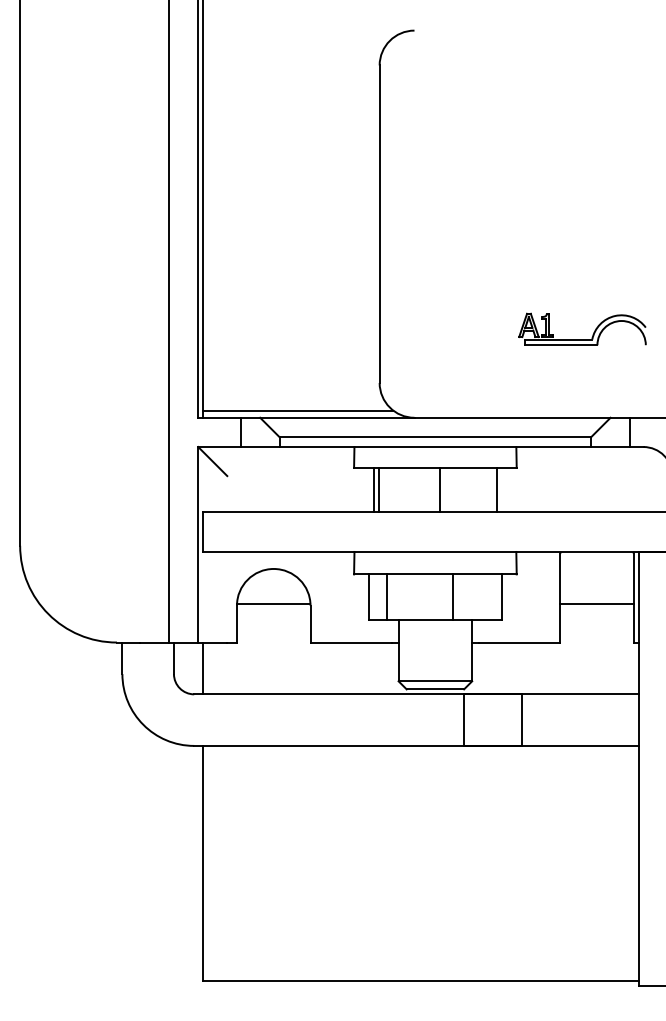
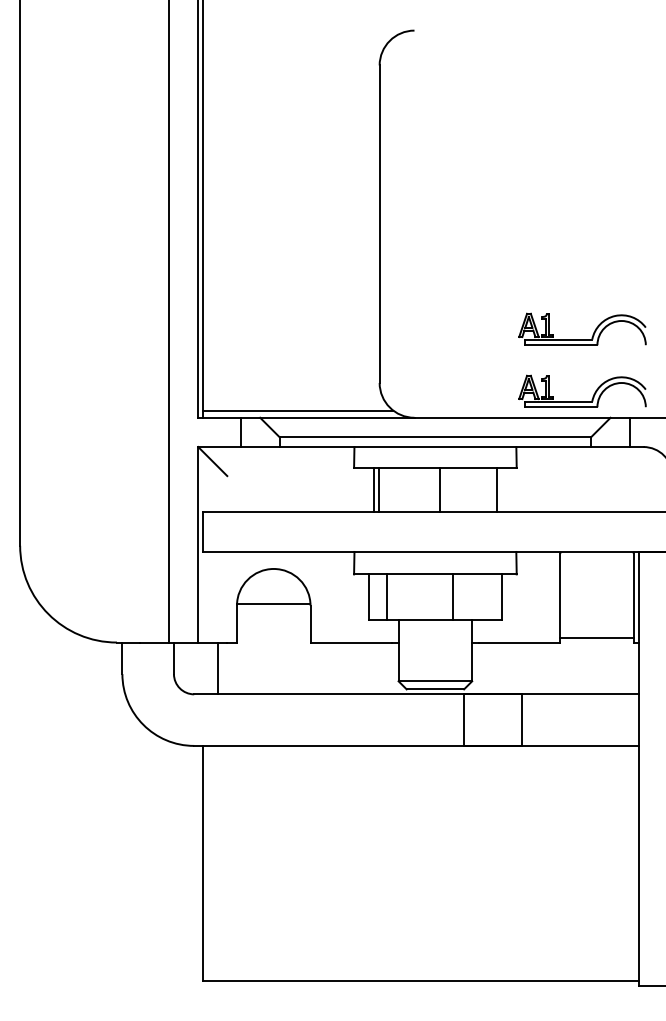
part at (582, 401): none -> present
line at (596, 603) position: (596, 603) -> (596, 637)
line at (203, 668) position: (203, 668) -> (218, 668)
